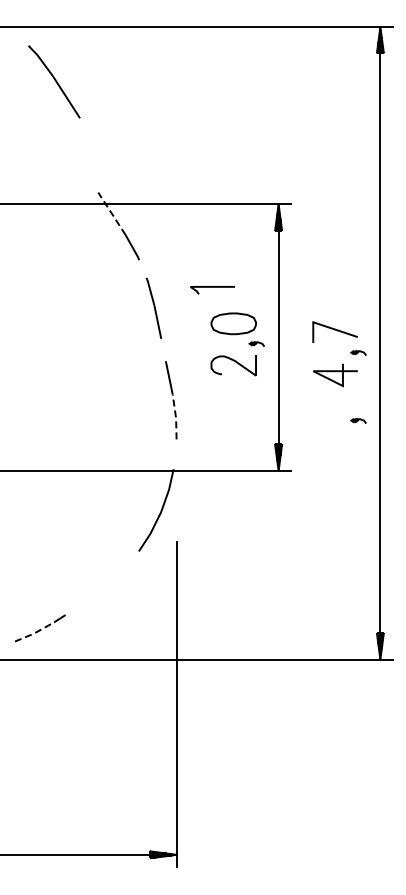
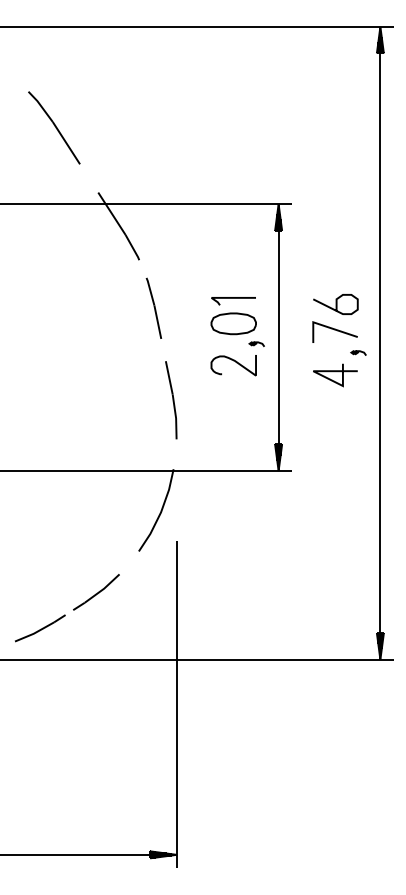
part at (54, 81) position: (54, 81) -> (54, 127)
line at (111, 213): dashed -> solid
line at (212, 287) position: (212, 287) -> (233, 298)
curve at (335, 304): none -> present
line at (175, 417): dashed -> solid
part at (358, 420): present -> none
part at (96, 592): none -> present
line at (34, 633): dashed -> solid
